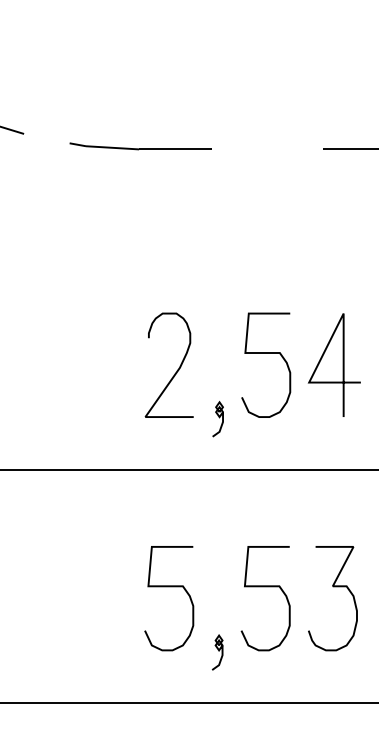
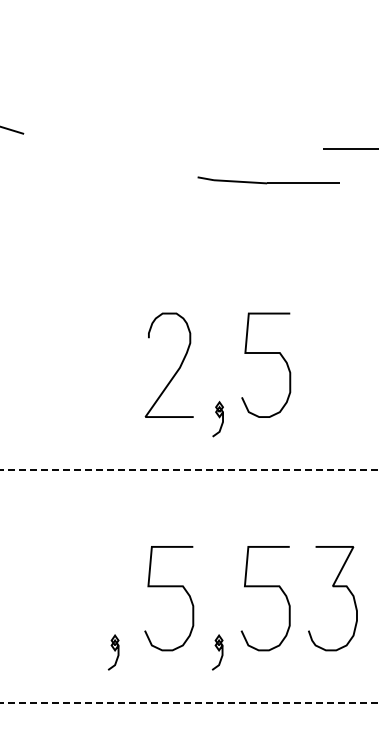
part at (140, 146) position: (140, 146) -> (268, 180)
line at (342, 364): present -> none
line at (189, 469): solid -> dashed
part at (113, 652): none -> present
line at (189, 702): solid -> dashed
